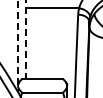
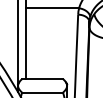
line at (25, 40): dashed -> solid
line at (18, 46): dashed -> solid
